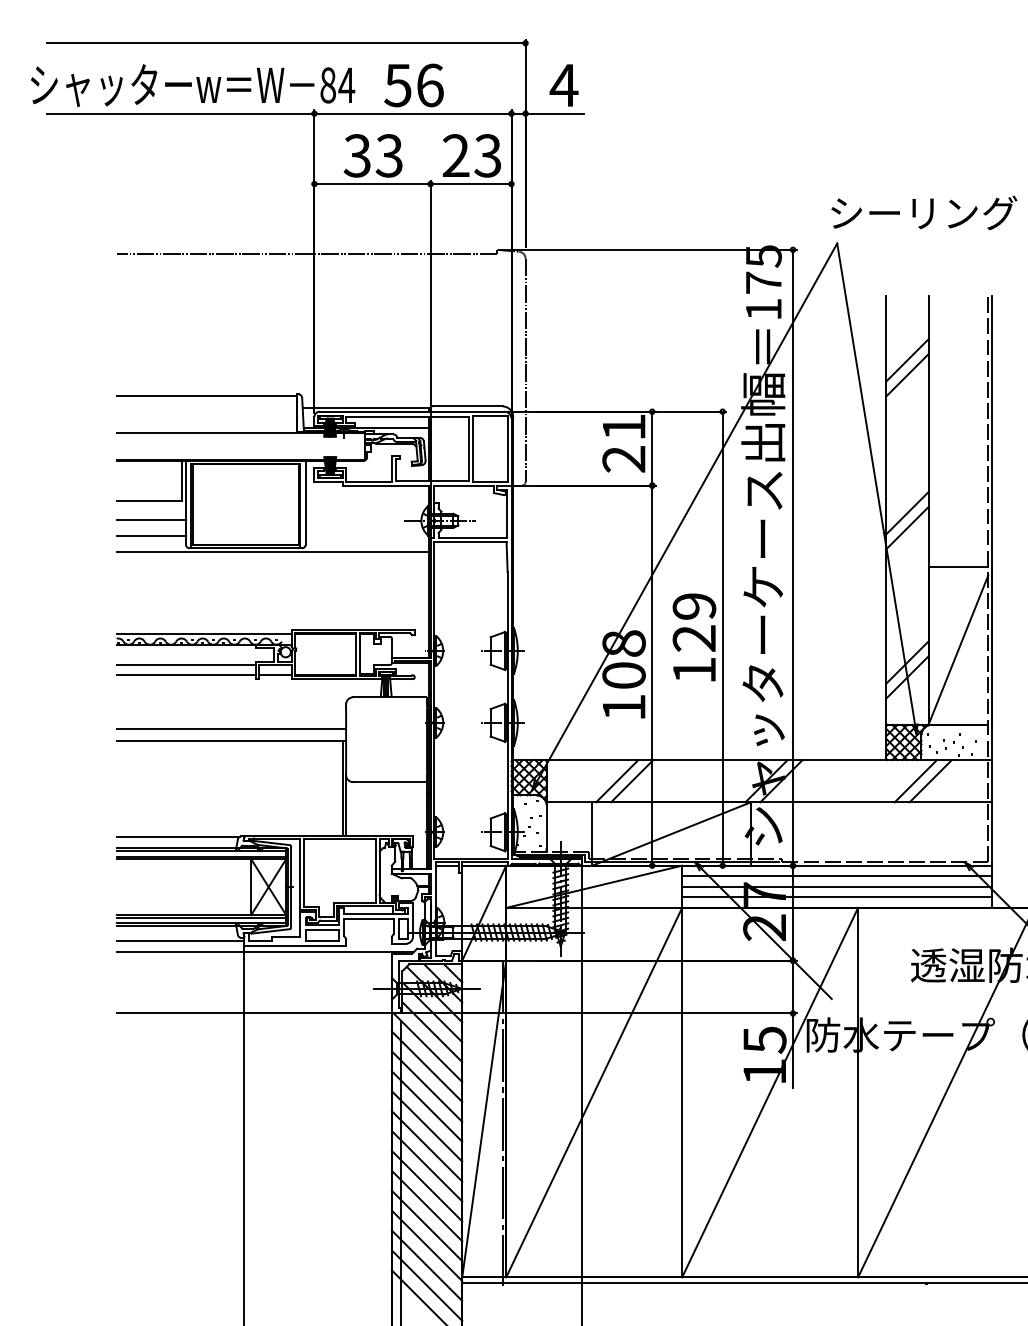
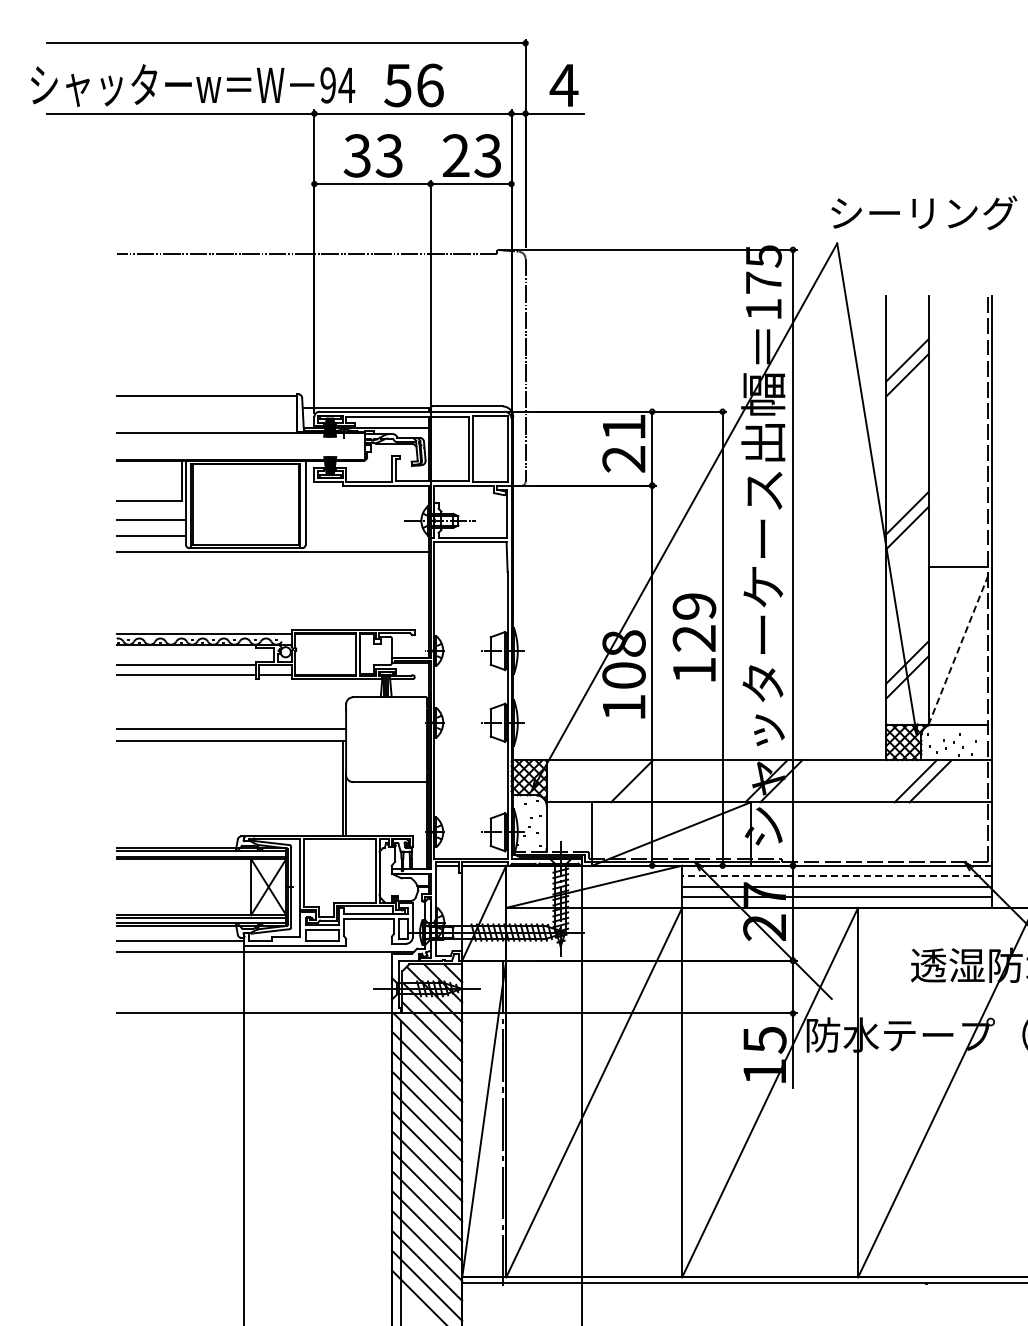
text at (327, 85): 84 -> 94
line at (958, 650): solid -> dashed
line at (617, 781): present -> none
line at (177, 836): present -> none
line at (837, 876): solid -> dashed
